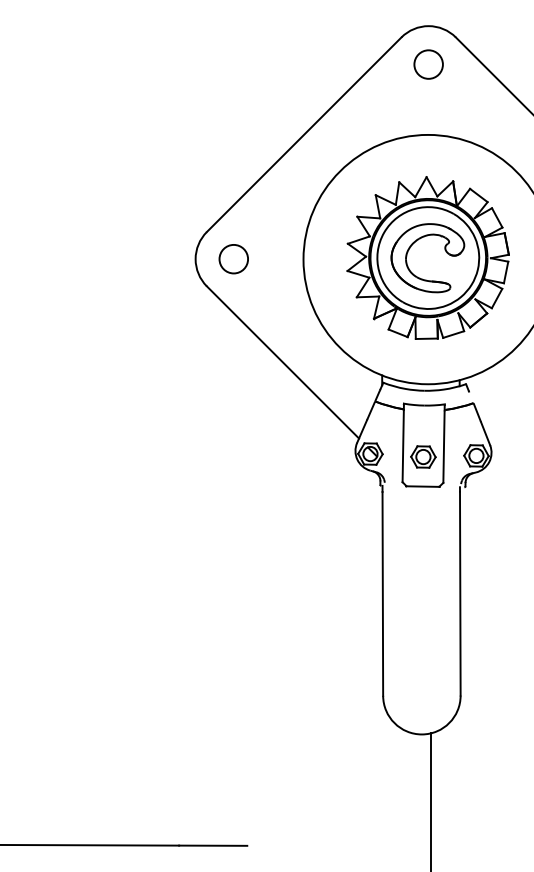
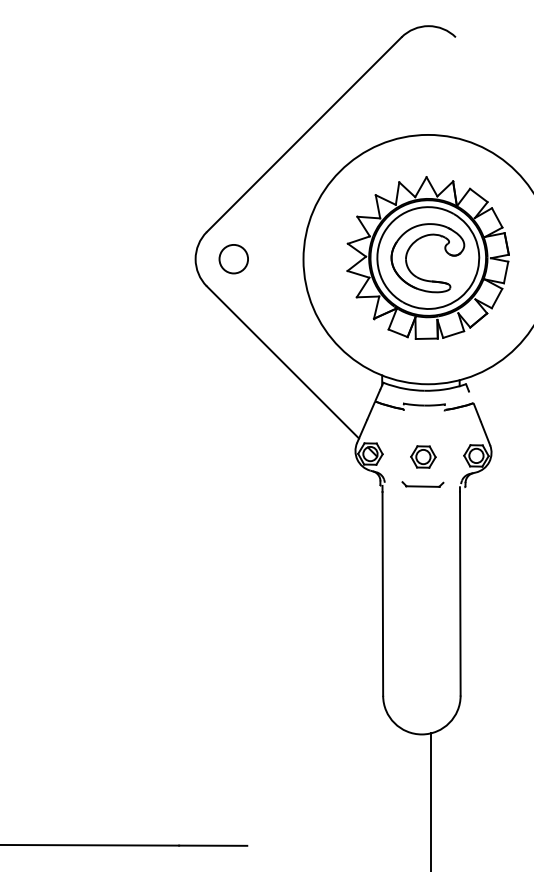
circle at (428, 64): present -> none
line at (492, 74): present -> none
line at (402, 443): present -> none
line at (443, 444): present -> none
